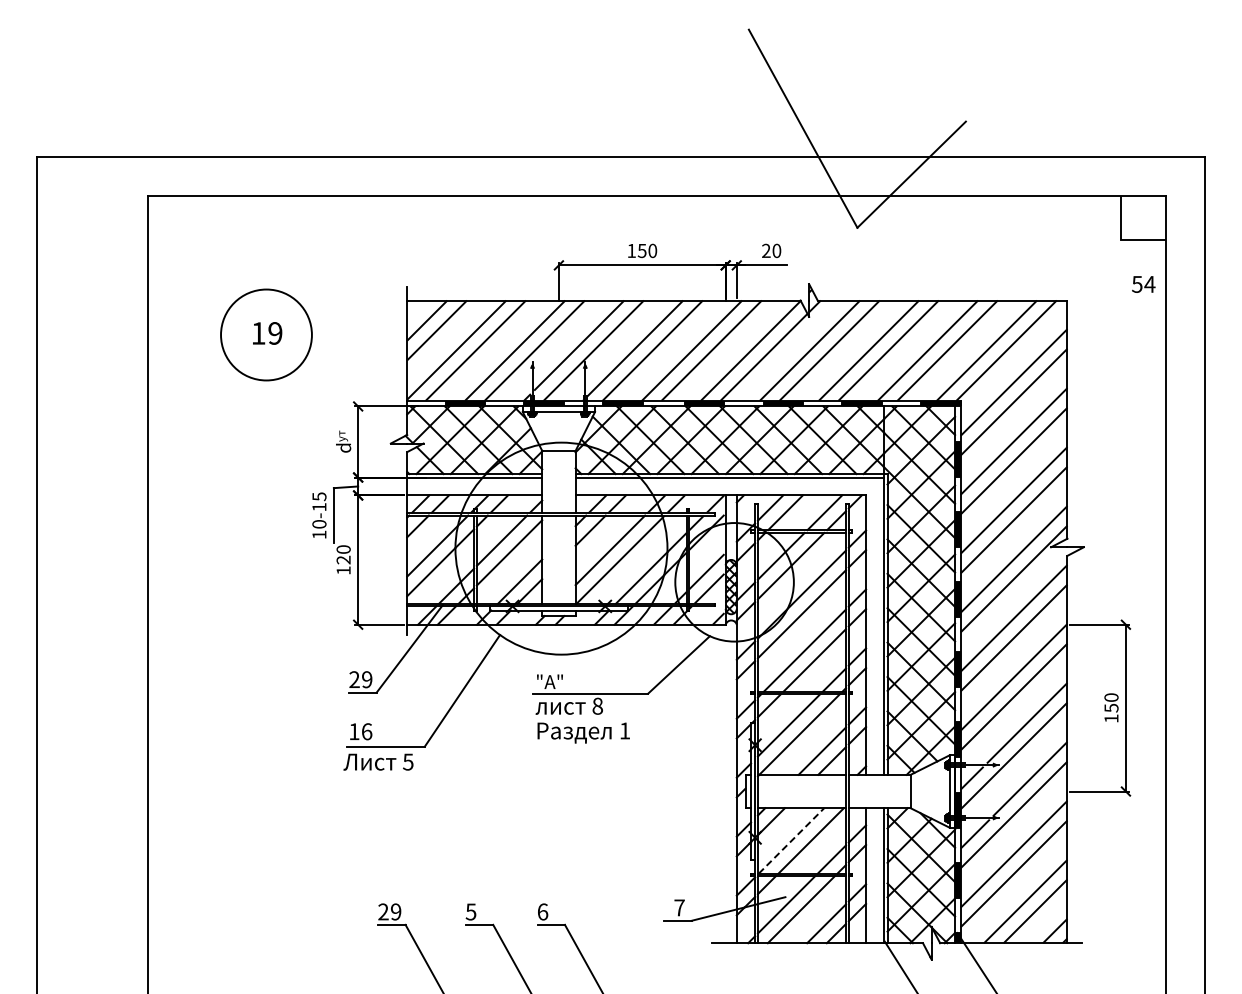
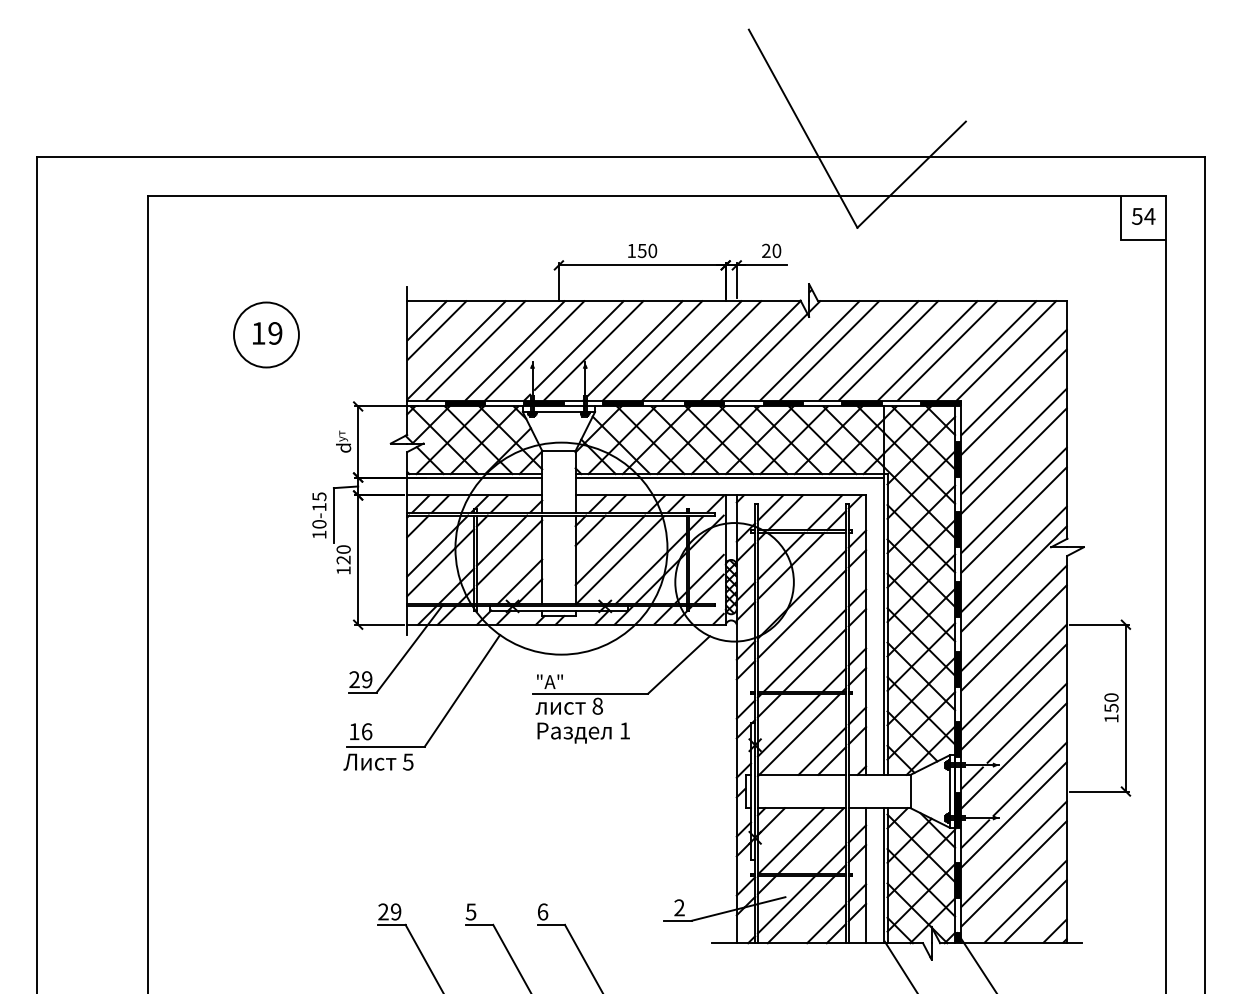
text at (1143, 284) position: (1143, 284) -> (1143, 216)
circle at (266, 334) diameter: 91 px -> 65 px
line at (791, 840): dashed -> solid
text at (679, 907): 7 -> 2
